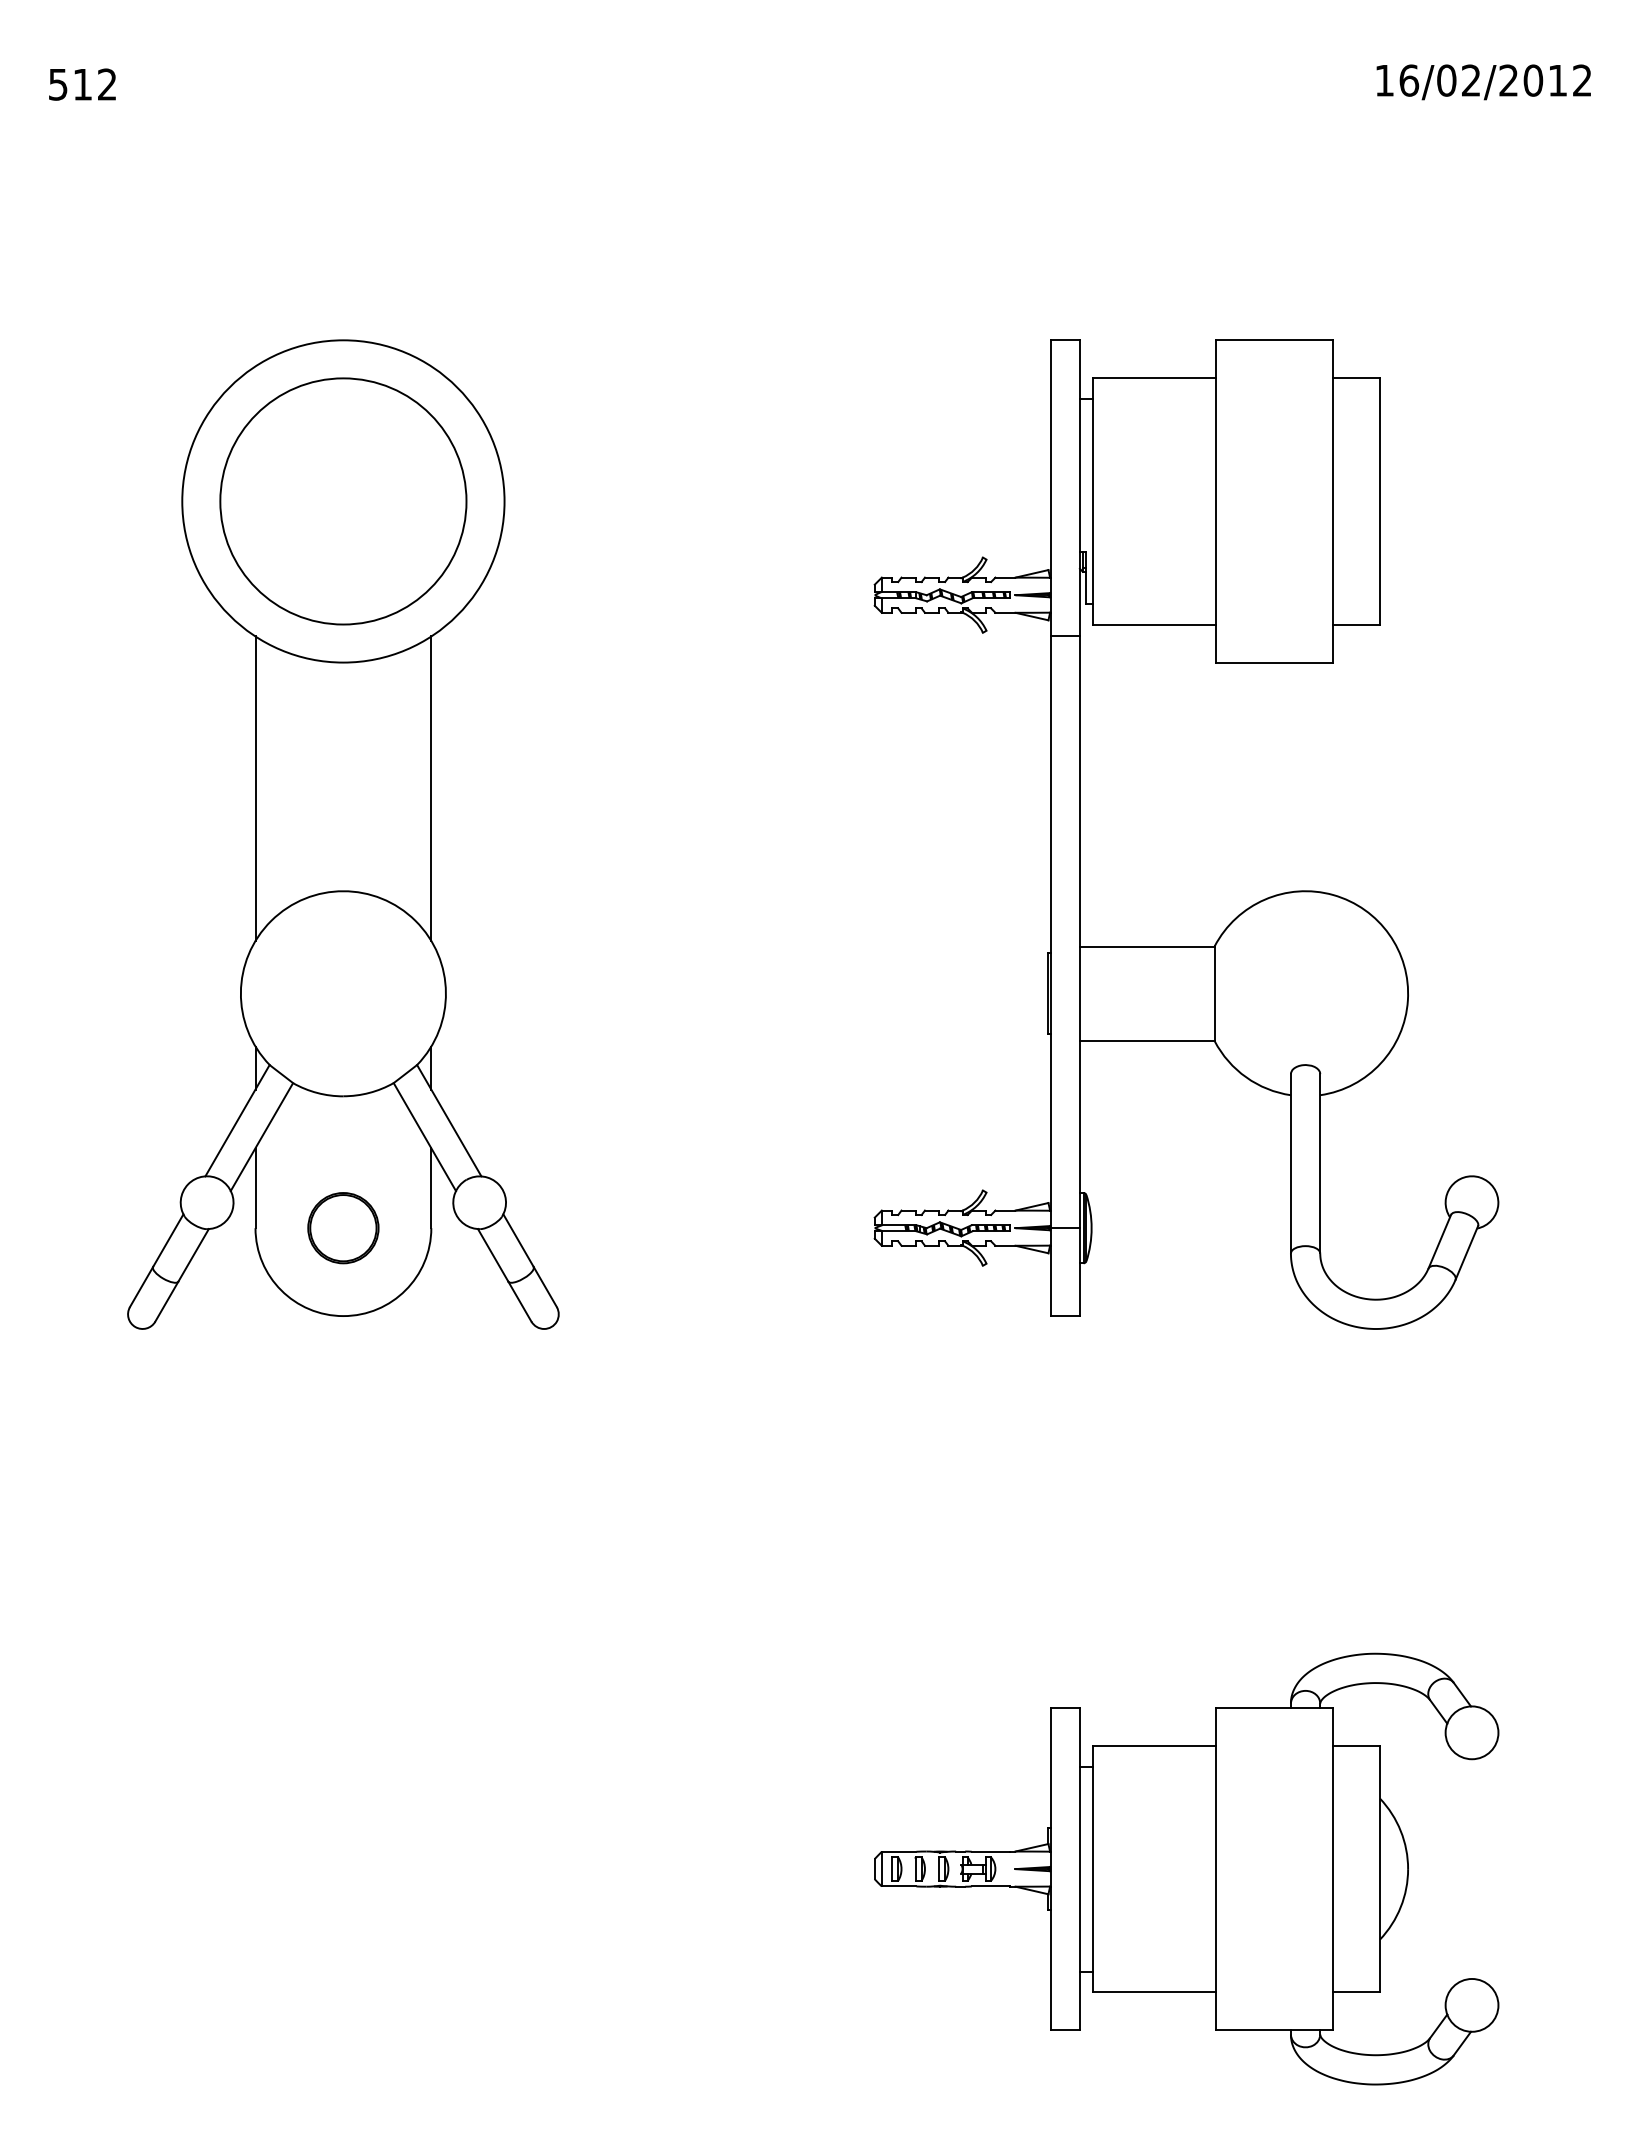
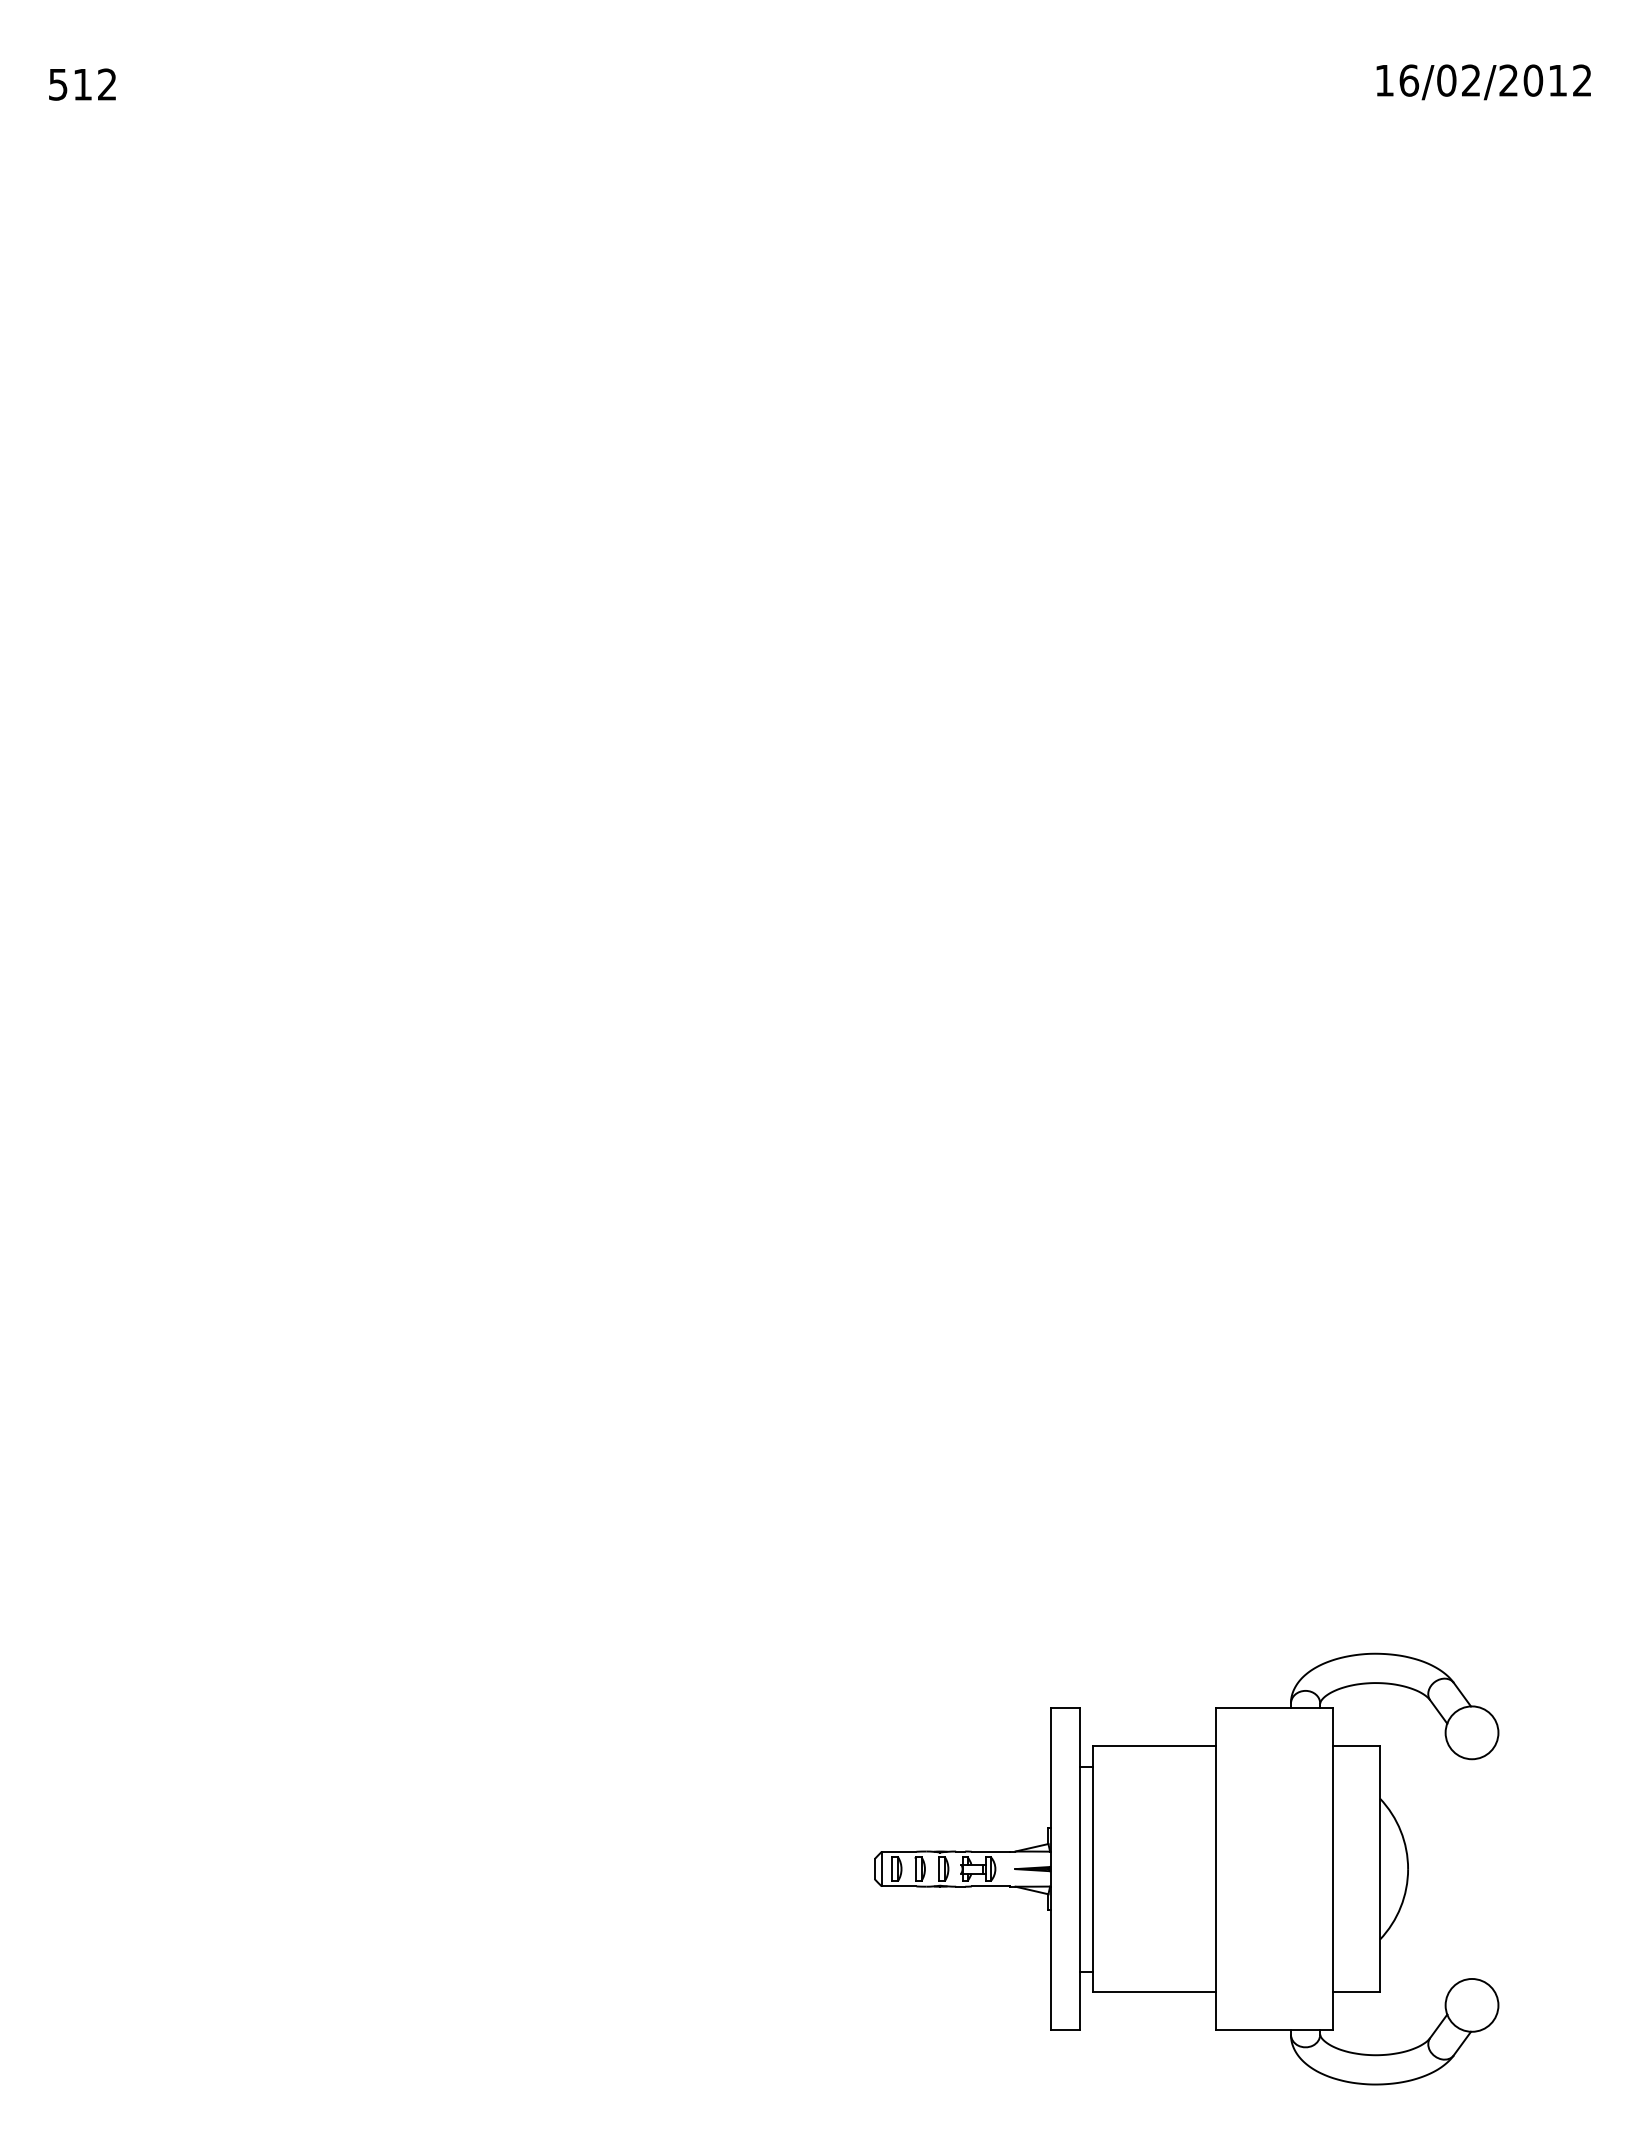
part at (343, 834): present -> none
part at (1242, 911): present -> none
